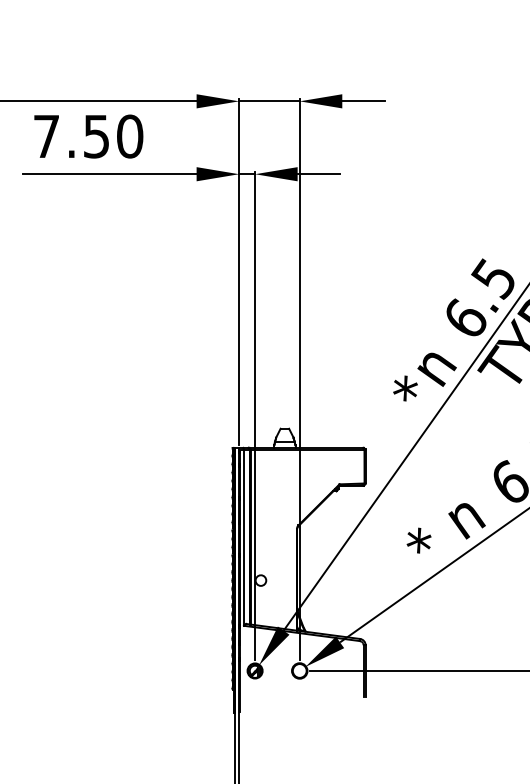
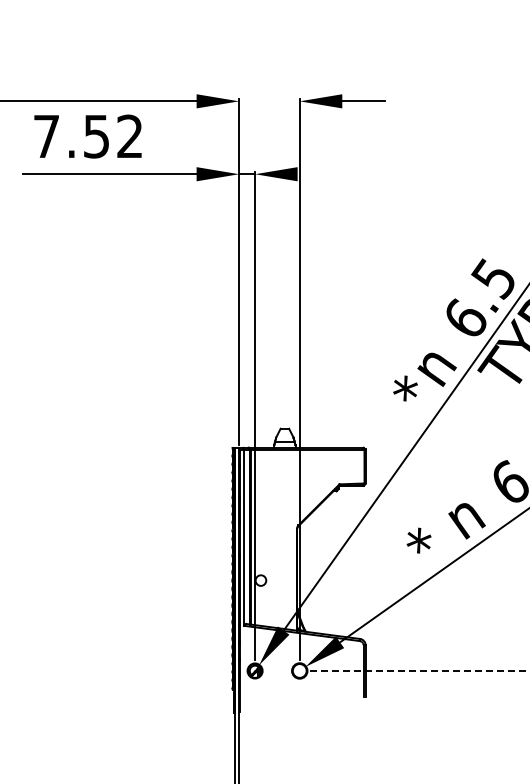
line at (269, 101): present -> none
text at (130, 136): 7.50 -> 7.52
line at (318, 174): present -> none
line at (419, 670): solid -> dashed
